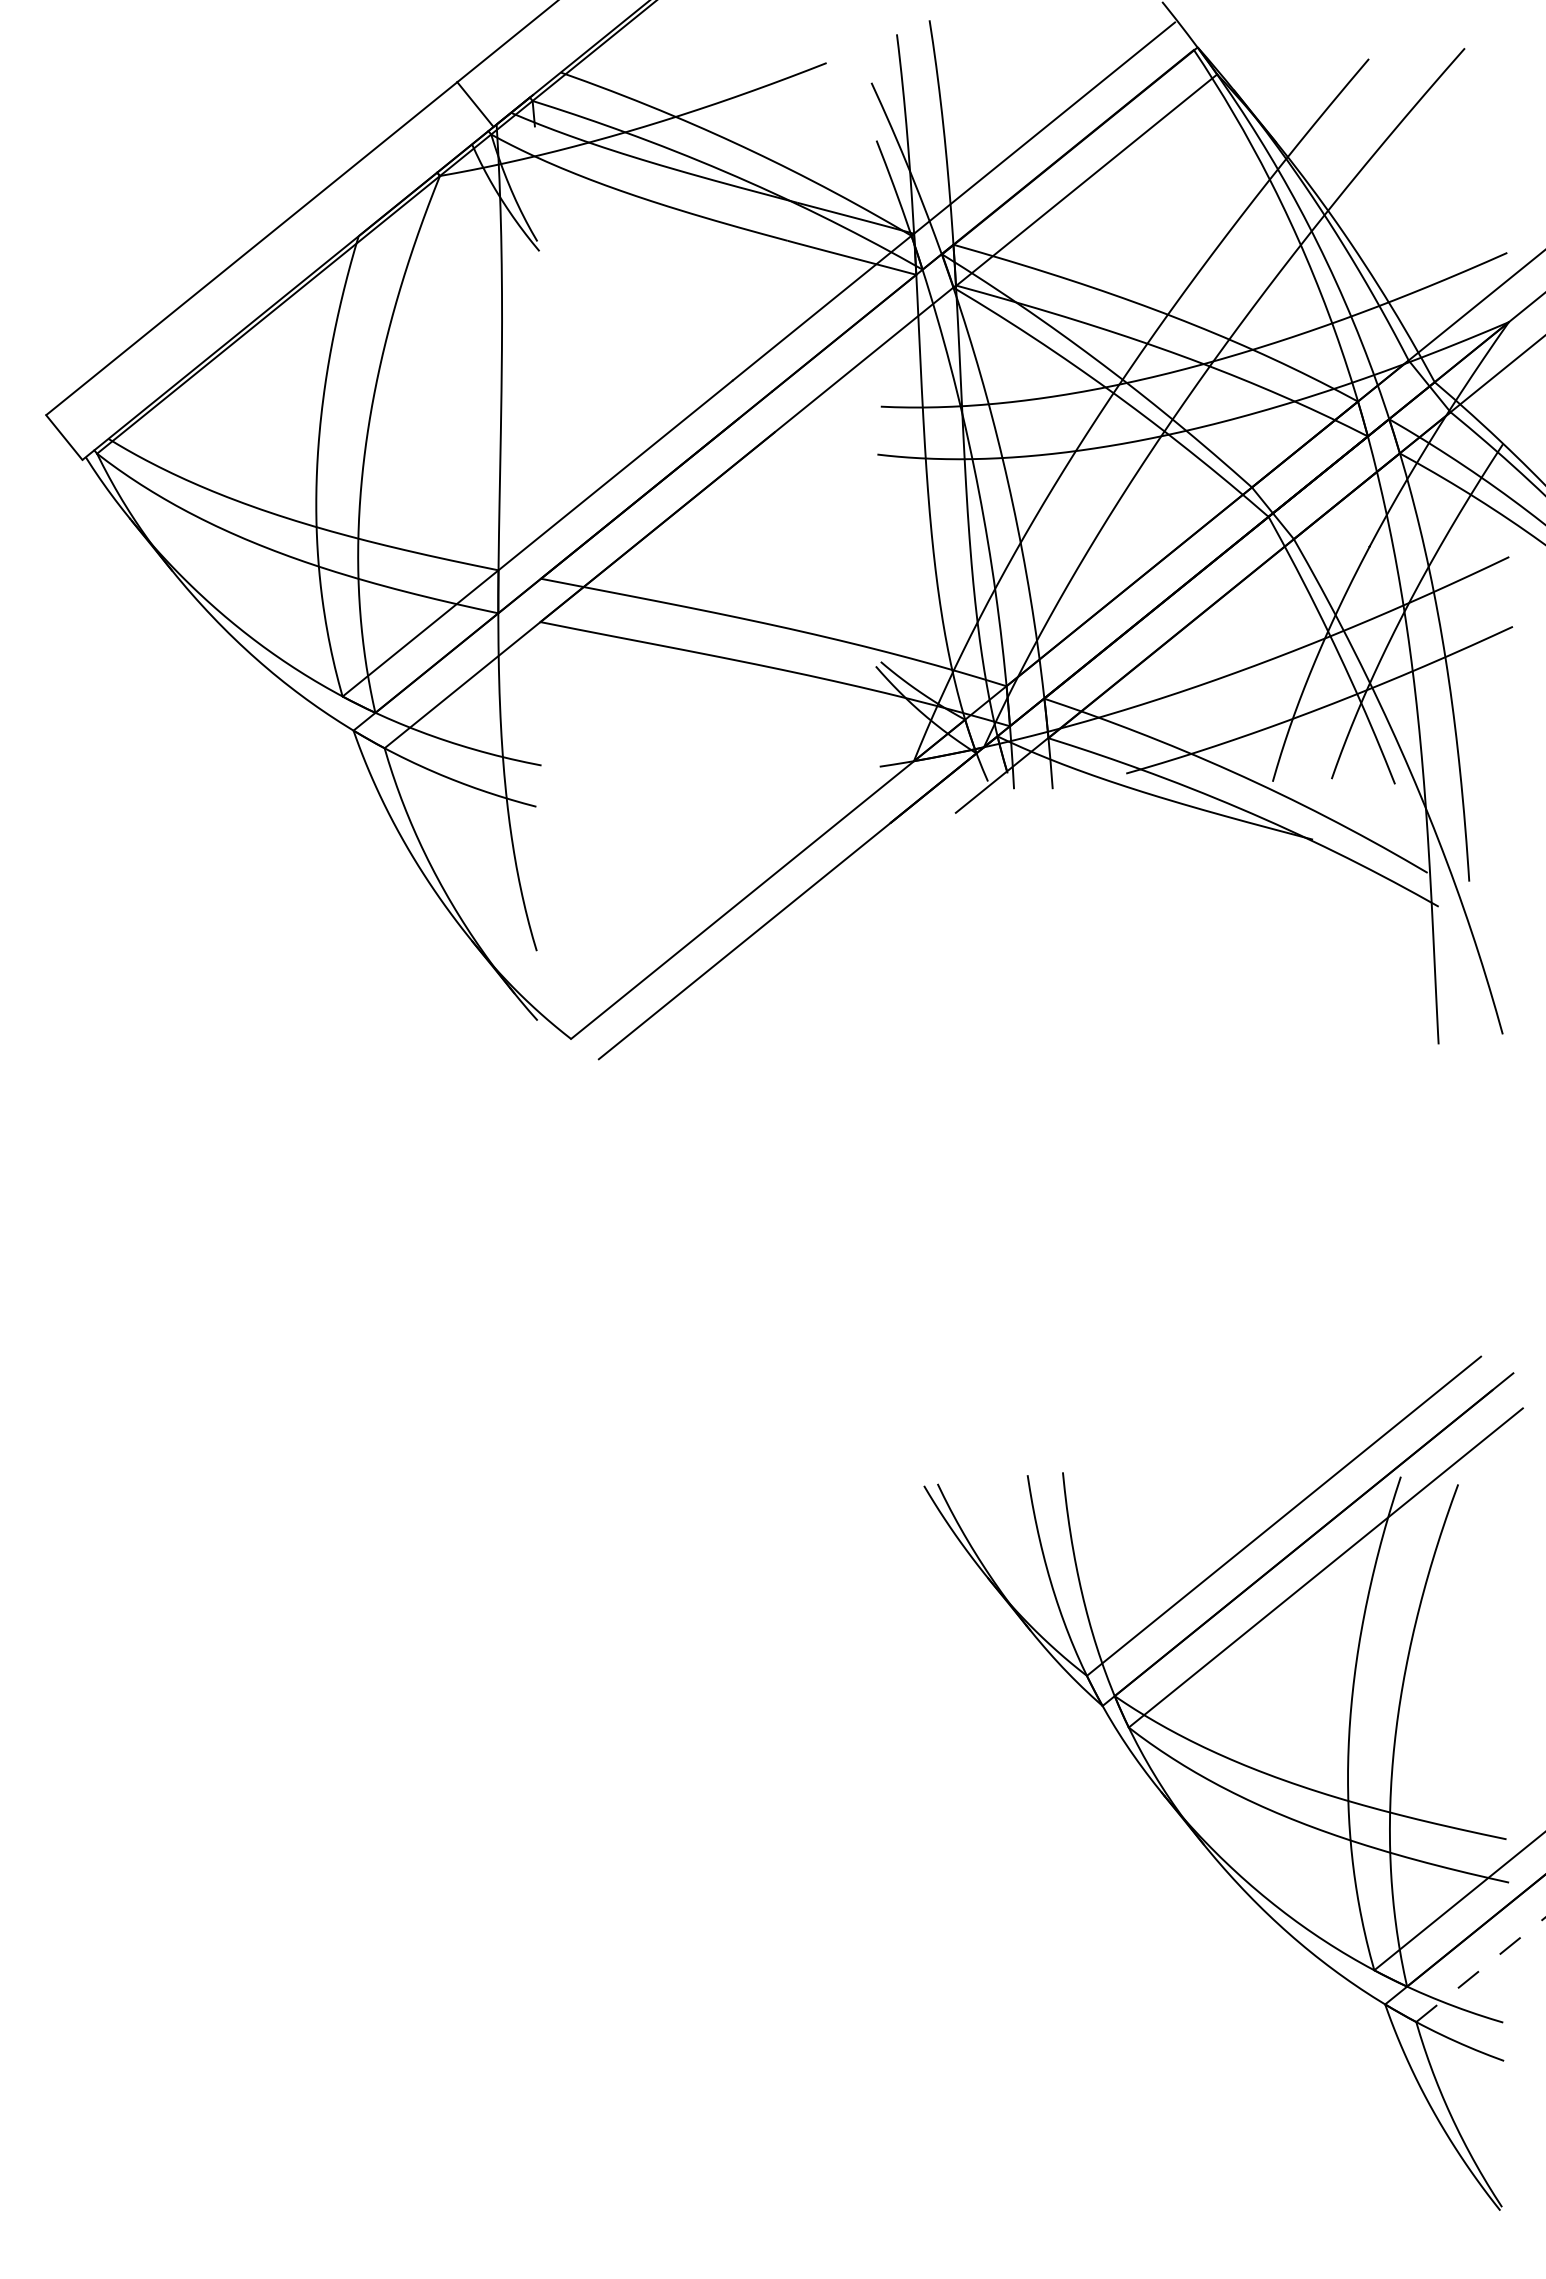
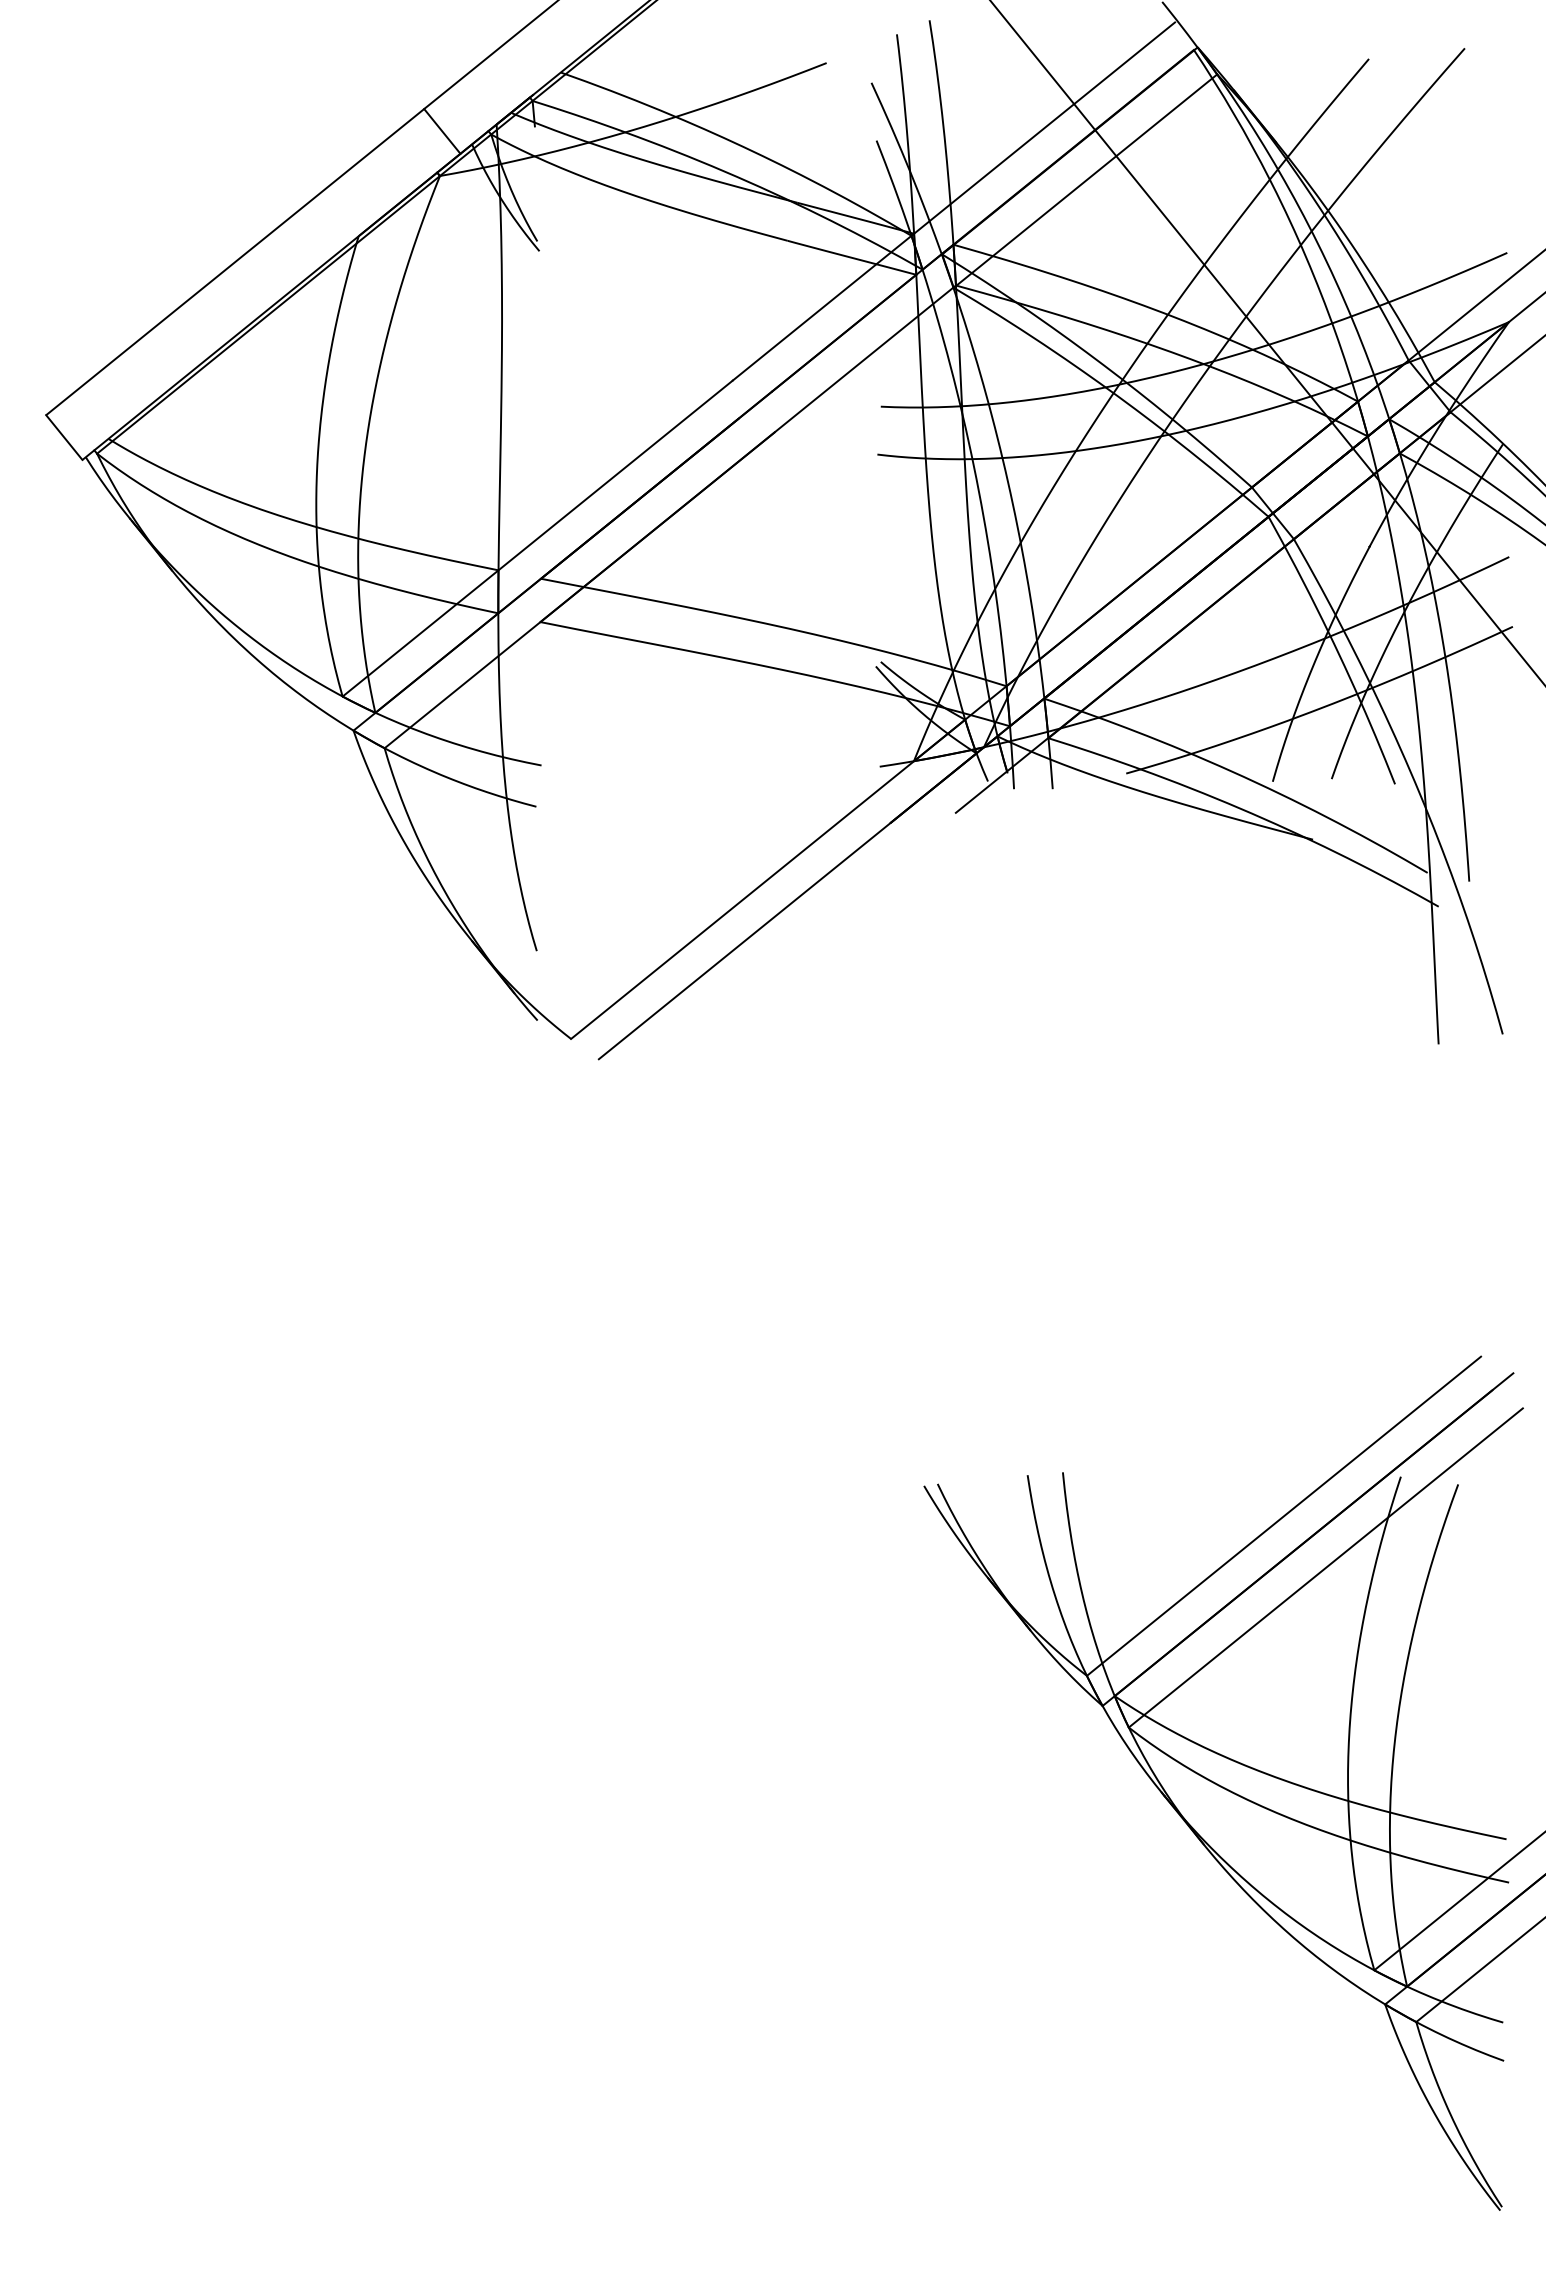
line at (475, 104) position: (475, 104) -> (442, 131)
line at (1266, 342): none -> present
line at (1481, 1969): dashed -> solid
